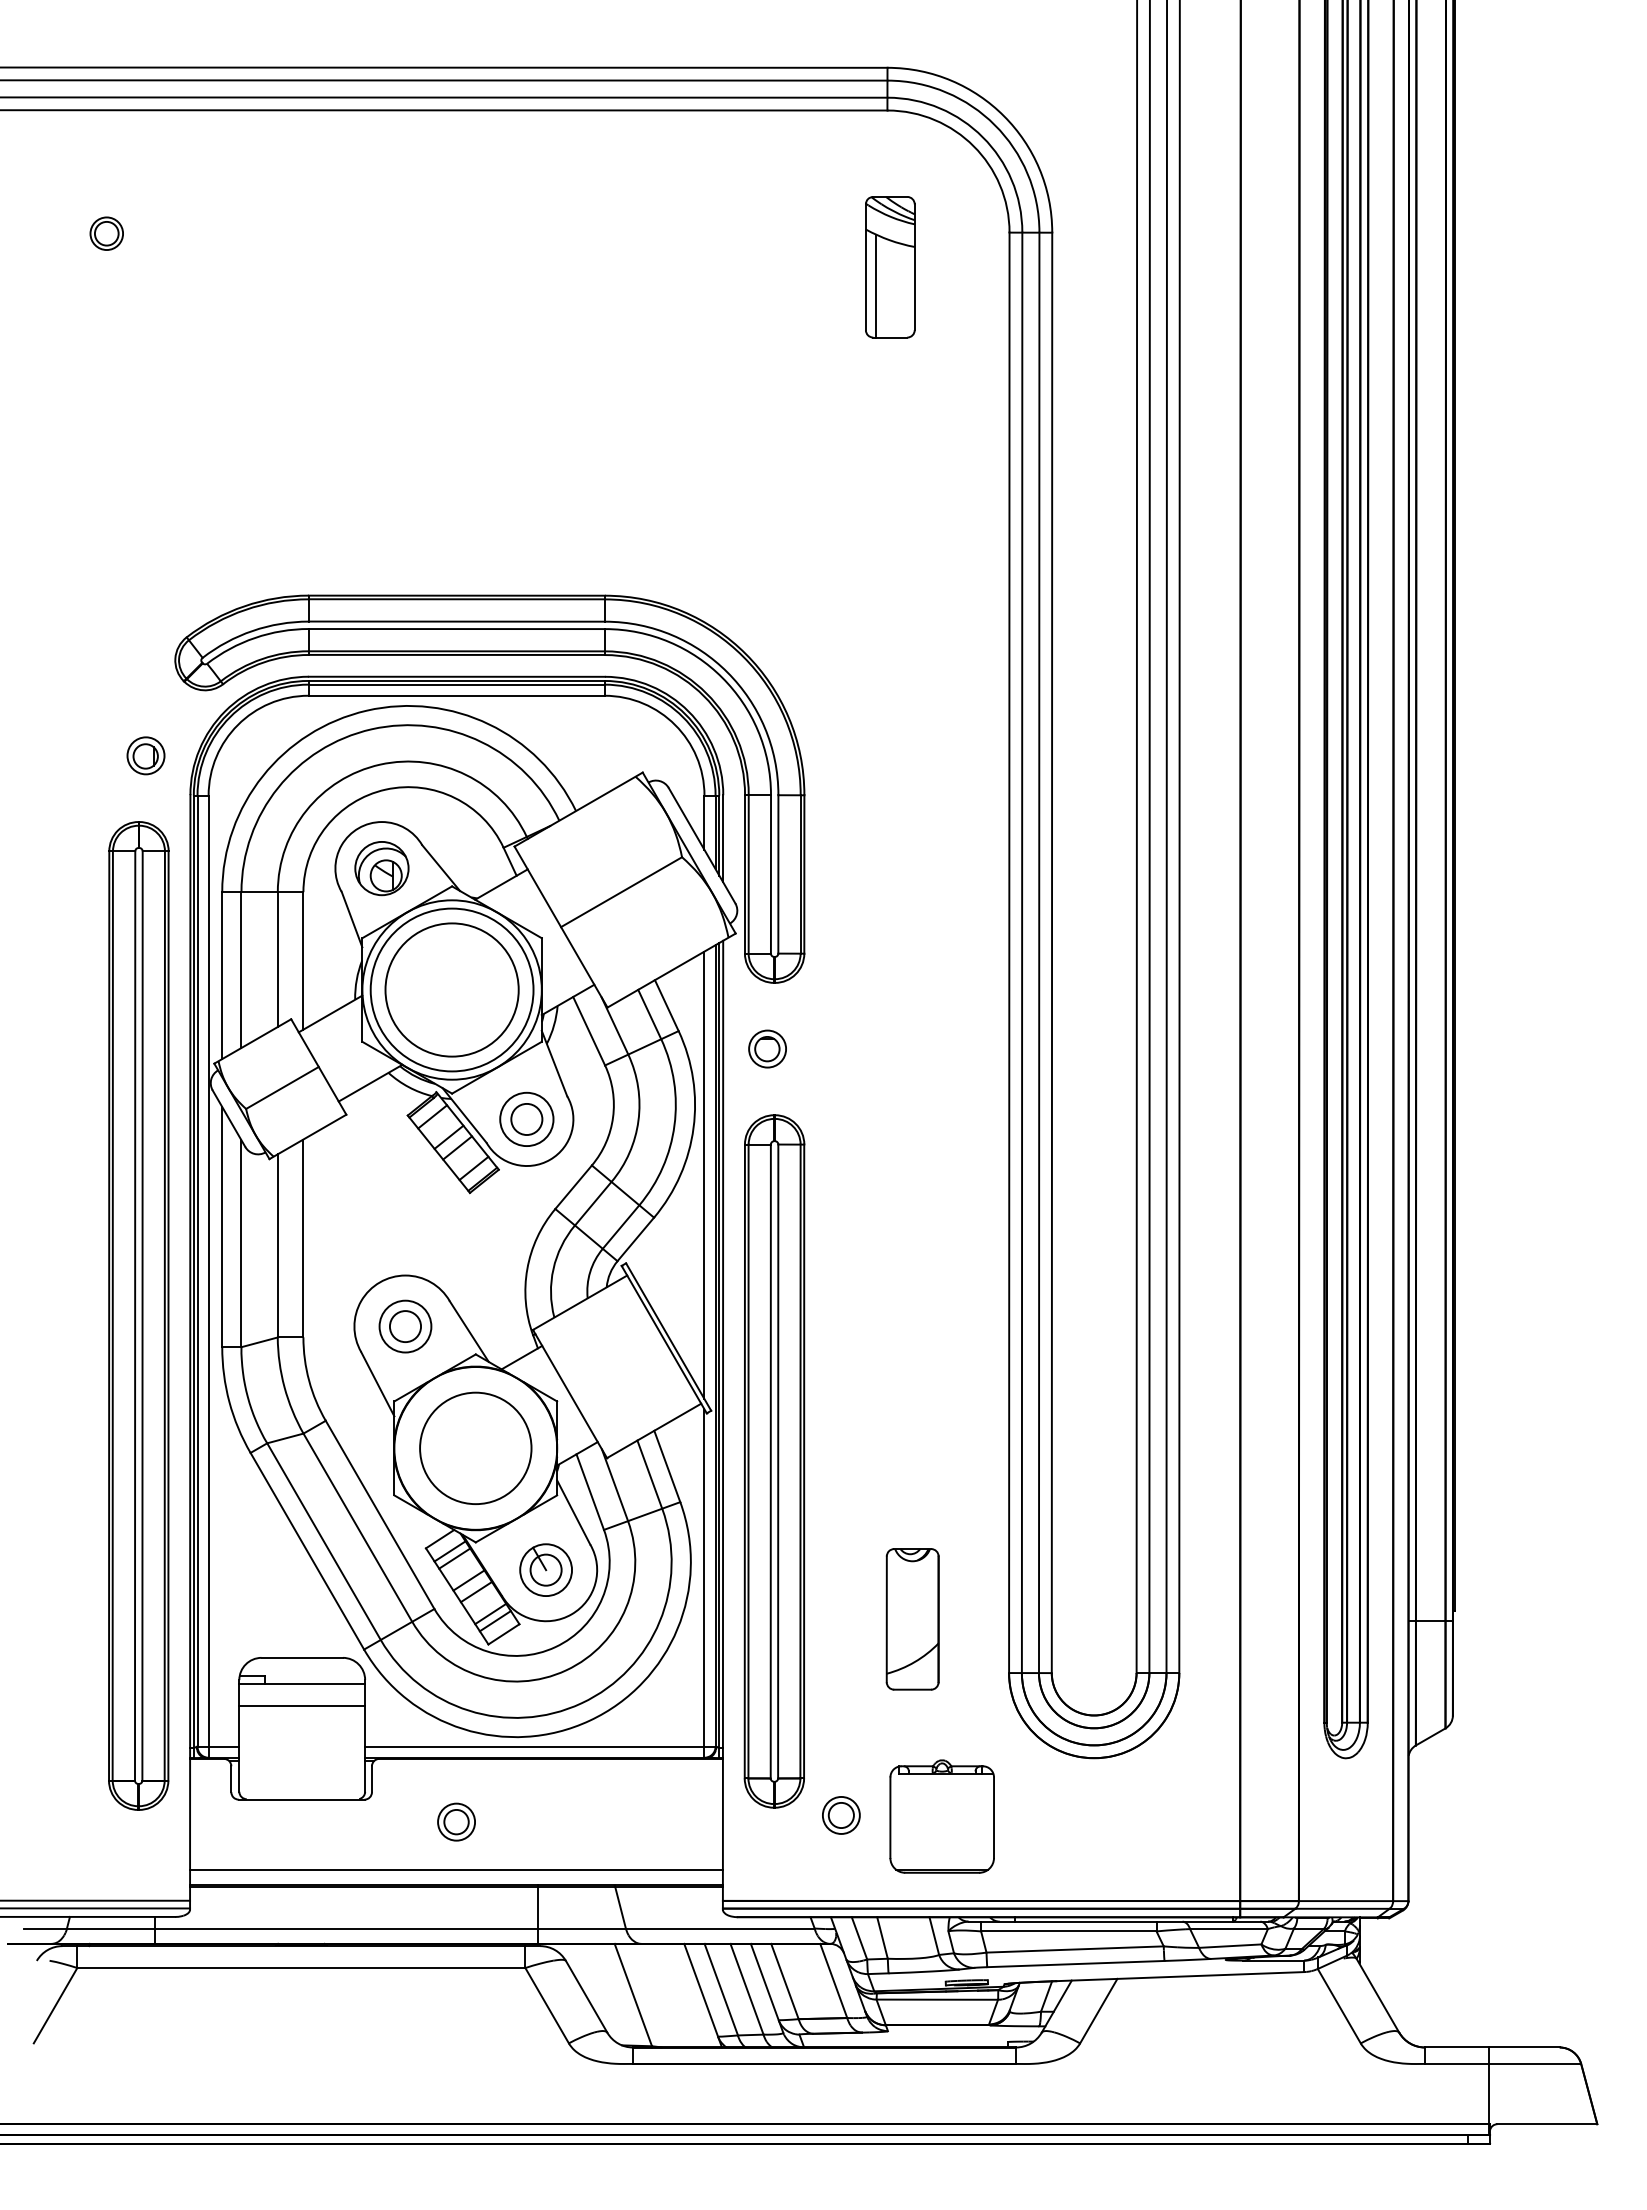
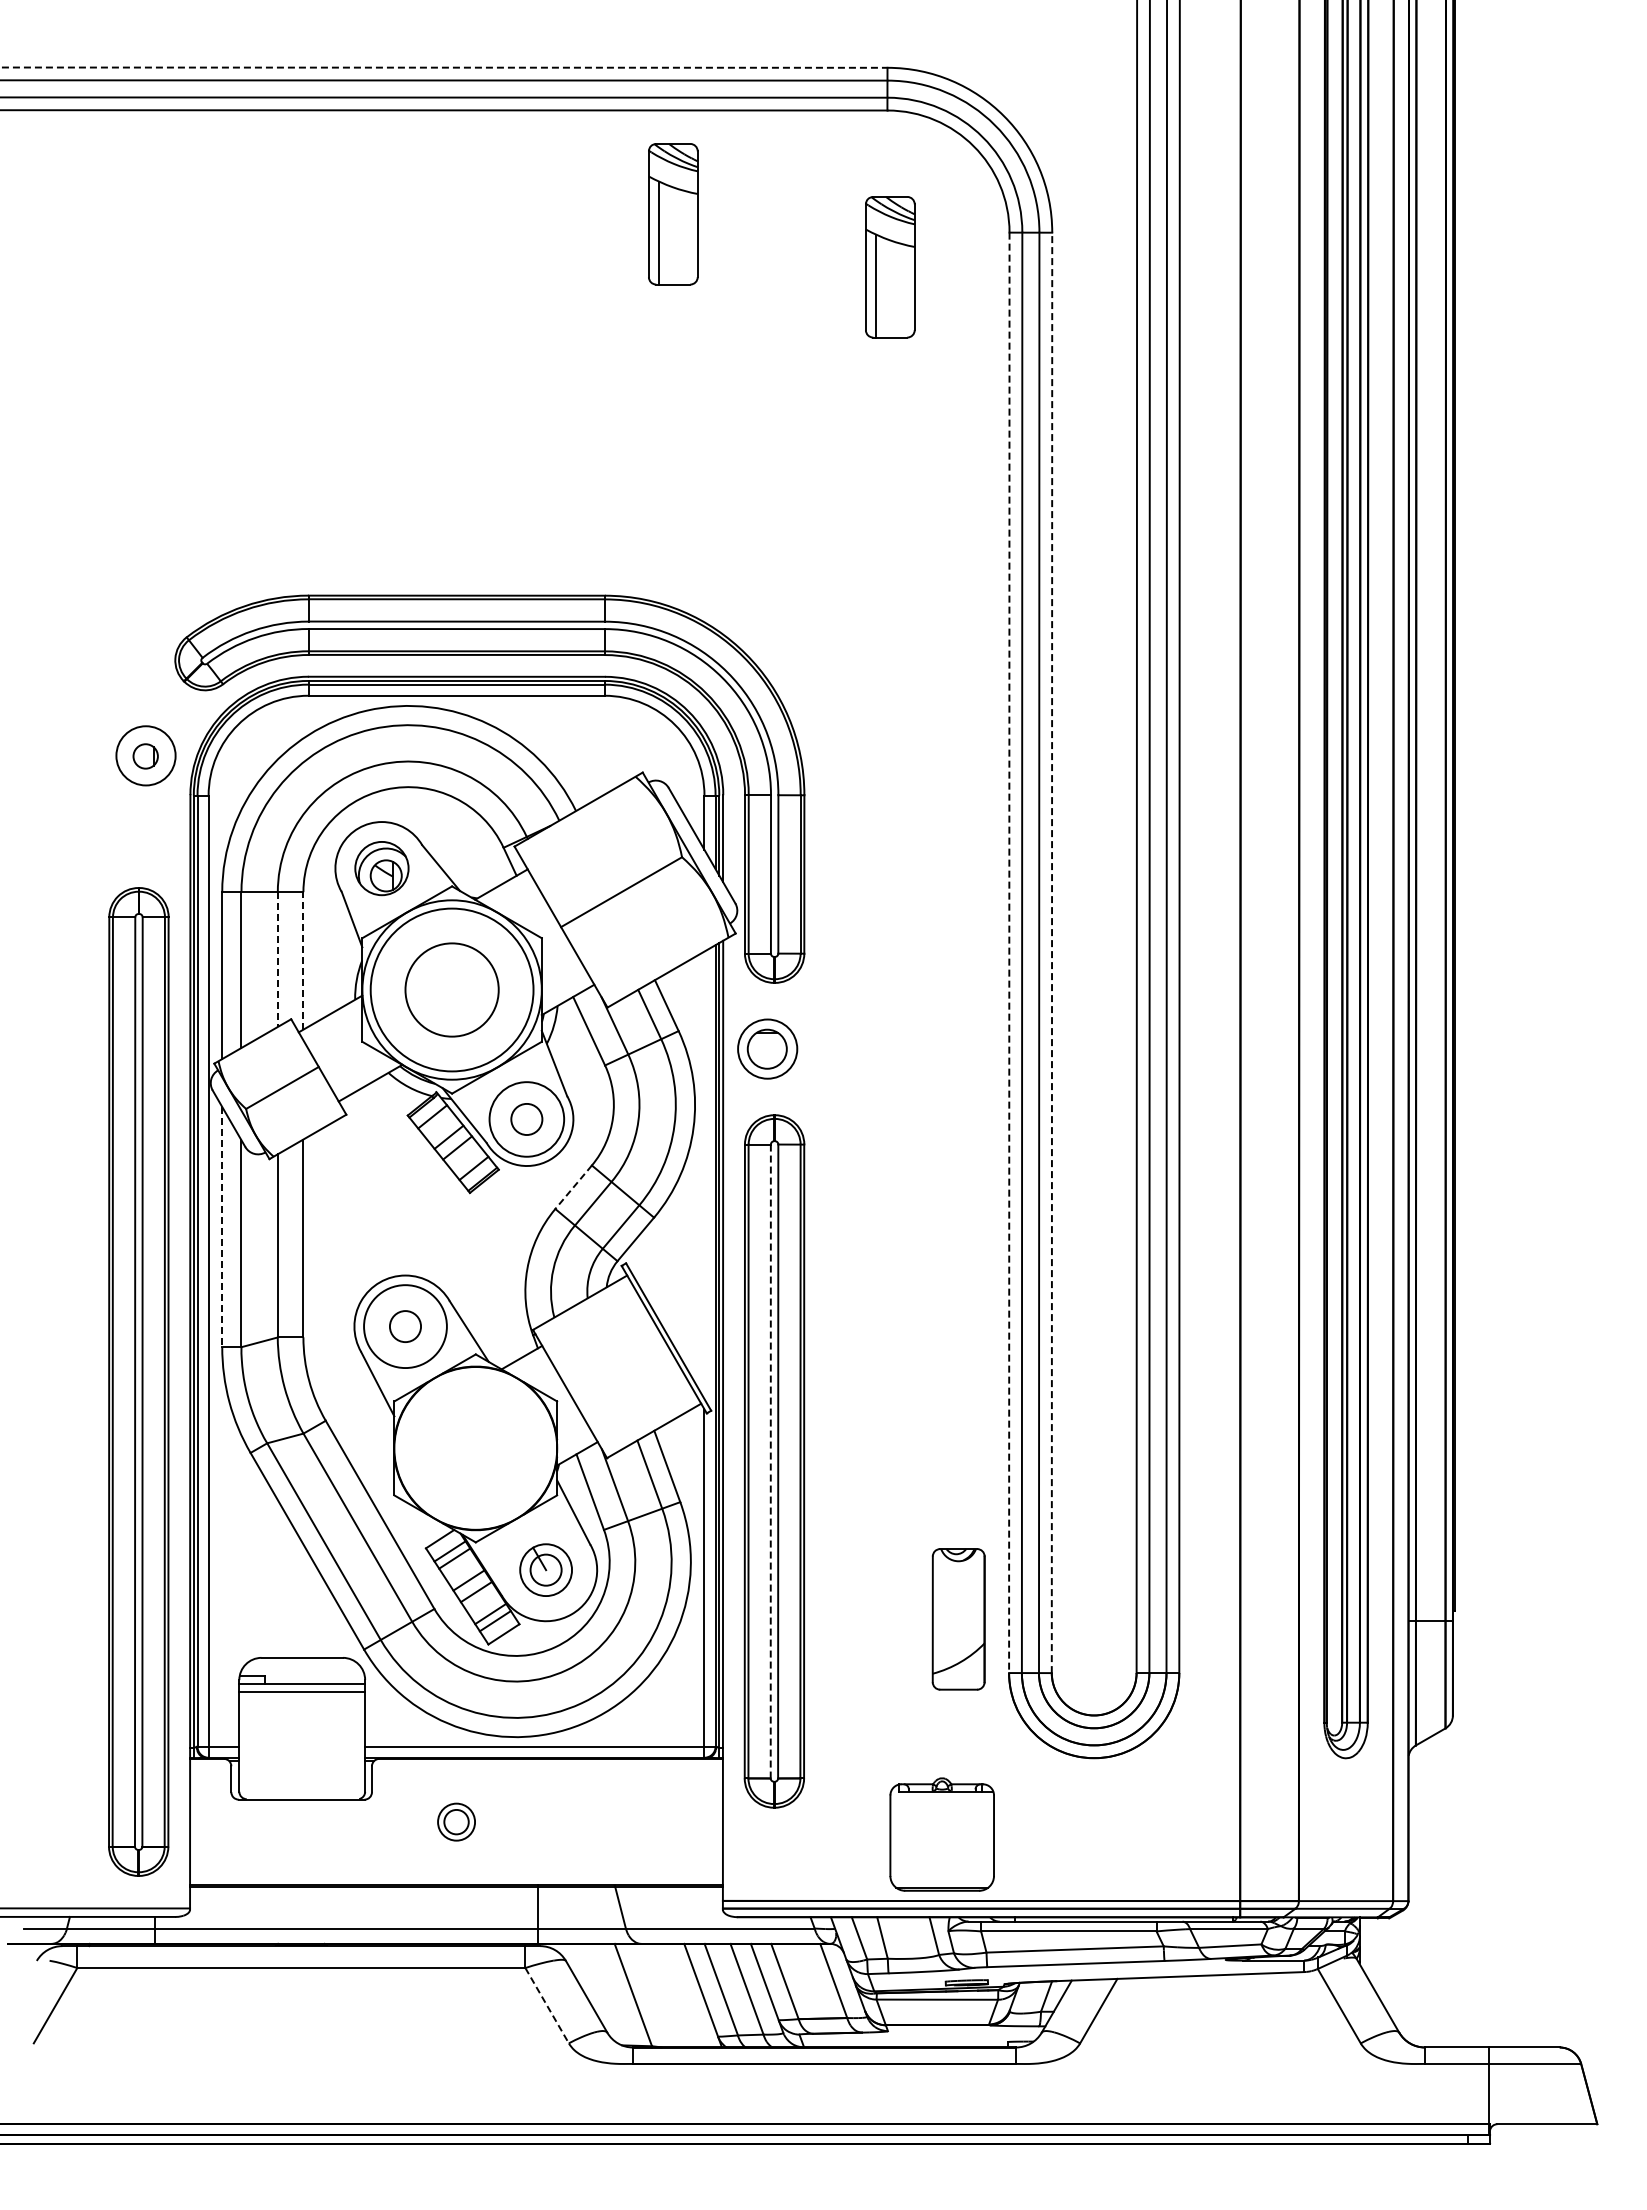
line at (444, 67): solid -> dashed
part at (673, 214): none -> present
part at (106, 233): present -> none
circle at (145, 755) diameter: 37 px -> 59 px
line at (1052, 952): solid -> dashed
line at (1009, 953): solid -> dashed
line at (277, 960): solid -> dashed
line at (303, 960): solid -> dashed
circle at (451, 989) diameter: 133 px -> 93 px
part at (767, 1048) size: 39x40 px -> 62x62 px
circle at (526, 1119) diameter: 53 px -> 75 px
line at (704, 1174): present -> none
line at (573, 1187): solid -> dashed
line at (222, 1227): solid -> dashed
part at (138, 1315) position: (138, 1315) -> (138, 1381)
circle at (405, 1326) diameter: 52 px -> 83 px
circle at (475, 1447): present -> none
line at (770, 1461): solid -> dashed
part at (912, 1619) position: (912, 1619) -> (958, 1619)
line at (302, 1705) position: (302, 1705) -> (302, 1691)
part at (841, 1815): present -> none
part at (941, 1816) position: (941, 1816) -> (941, 1834)
line at (456, 1869): present -> none
line at (96, 1900): present -> none
line at (547, 2005): solid -> dashed
